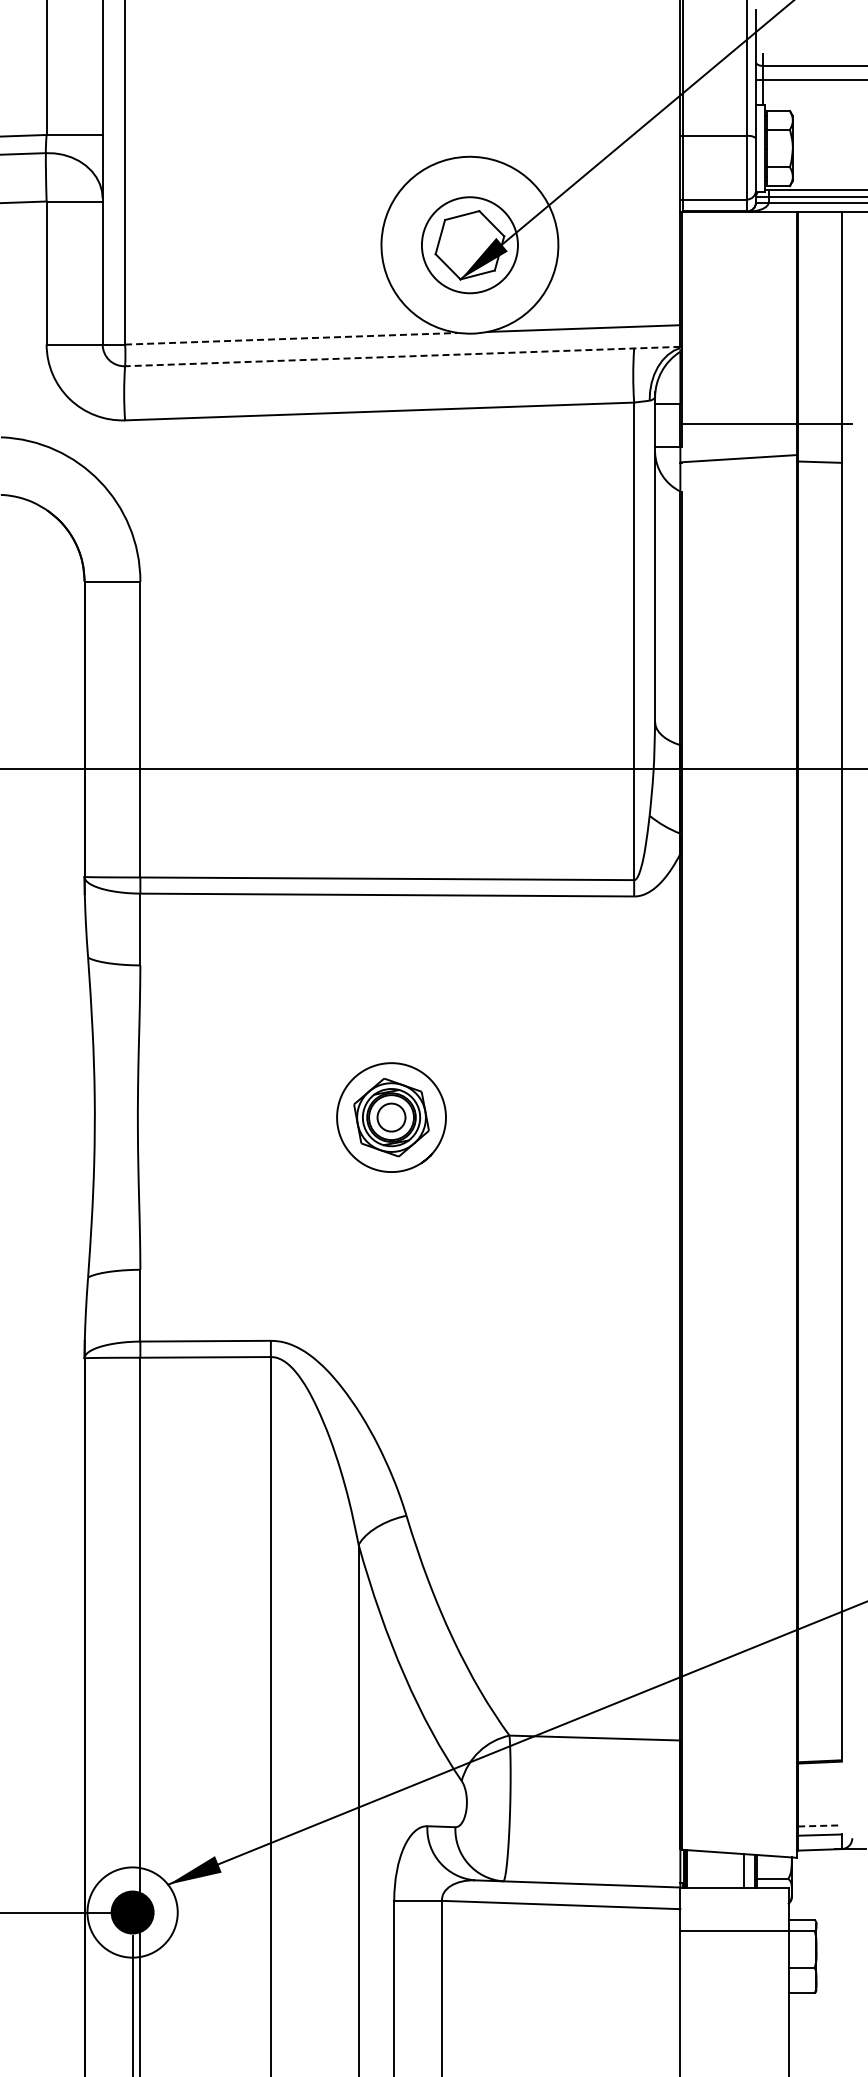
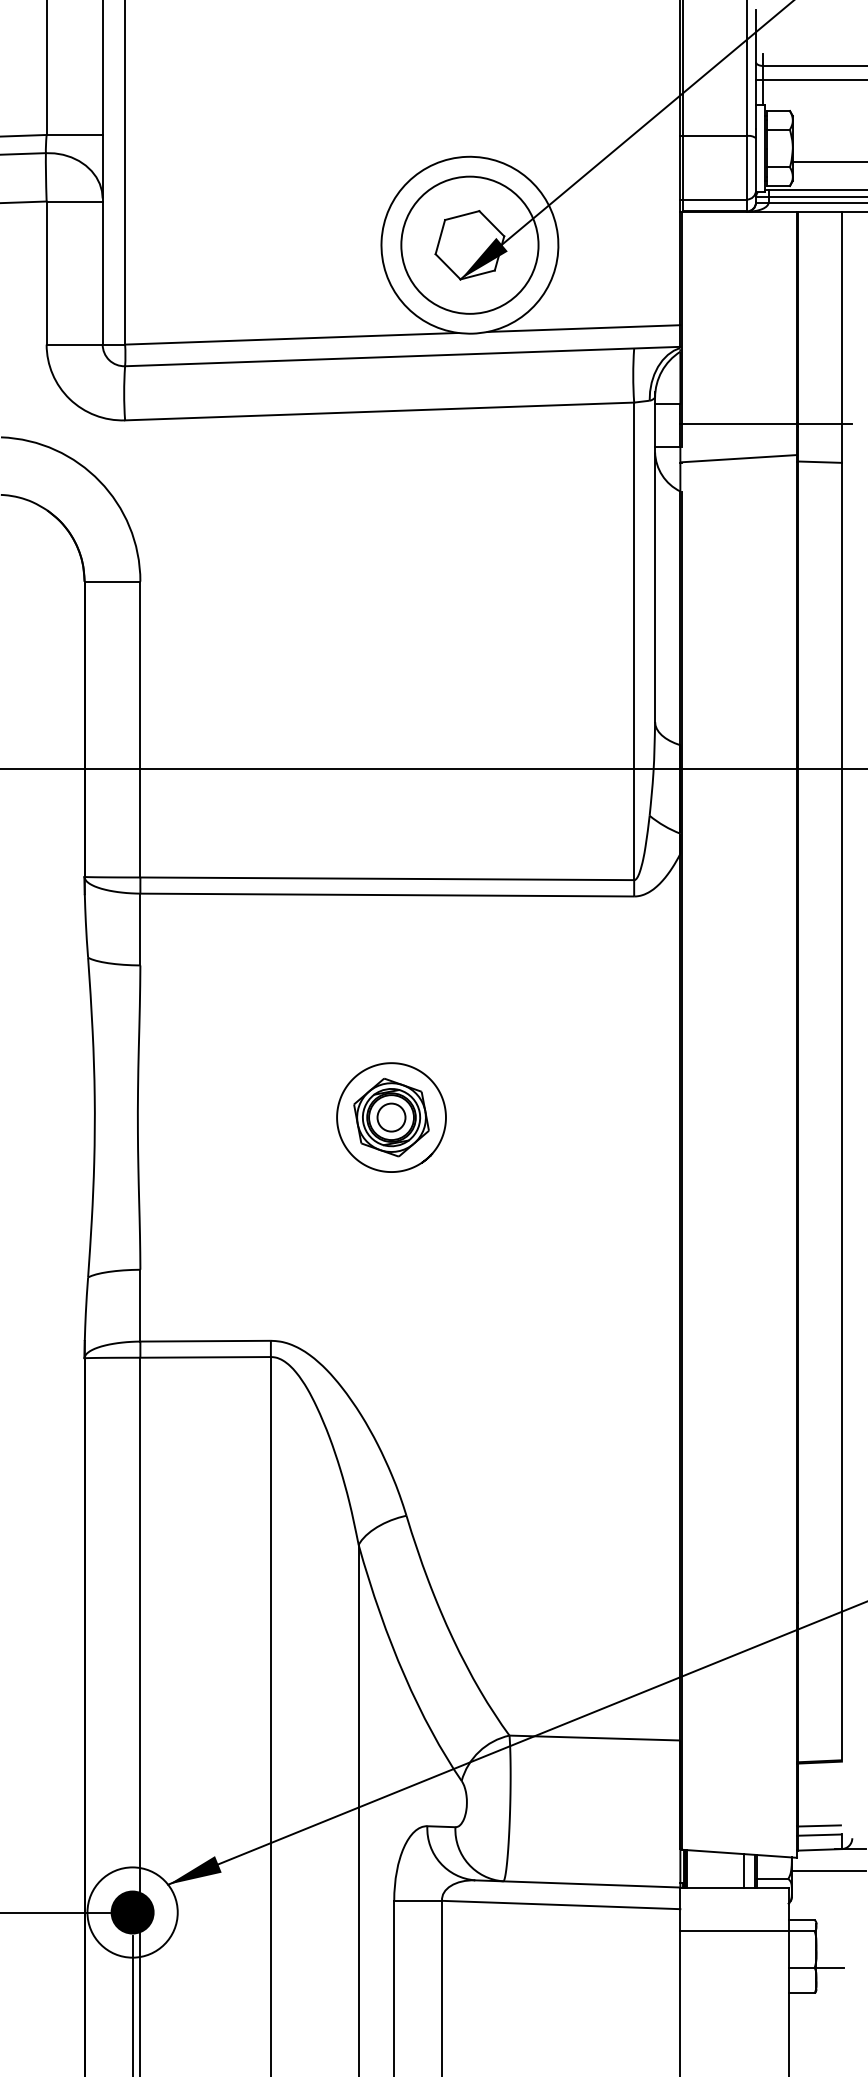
line at (828, 162): none -> present
circle at (469, 245) diameter: 96 px -> 137 px
line at (291, 338): dashed -> solid
line at (402, 356): dashed -> solid
line at (821, 1825): dashed -> solid
line at (827, 1870): none -> present
line at (829, 1967): none -> present
